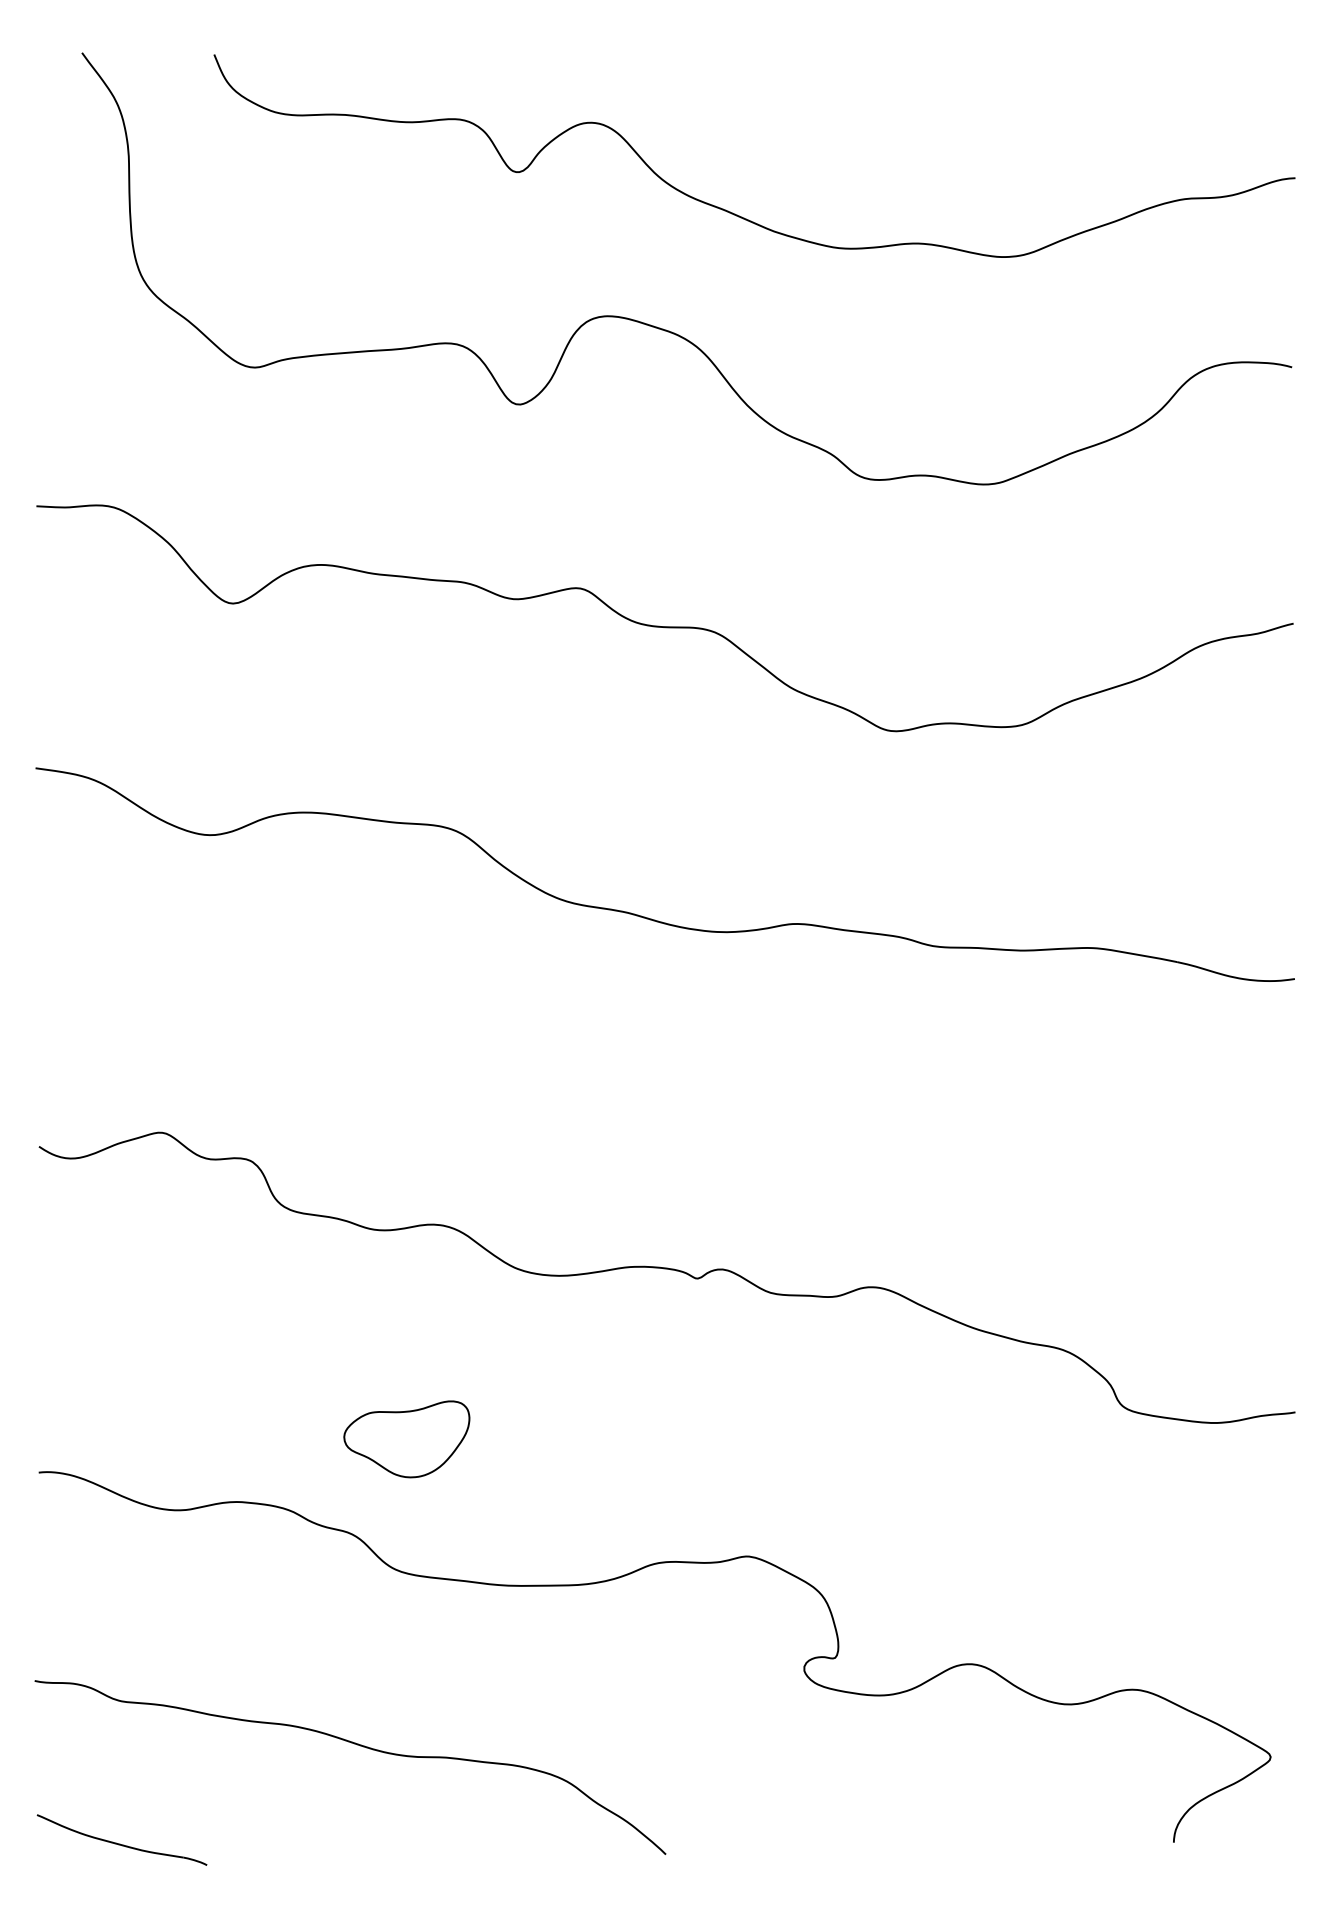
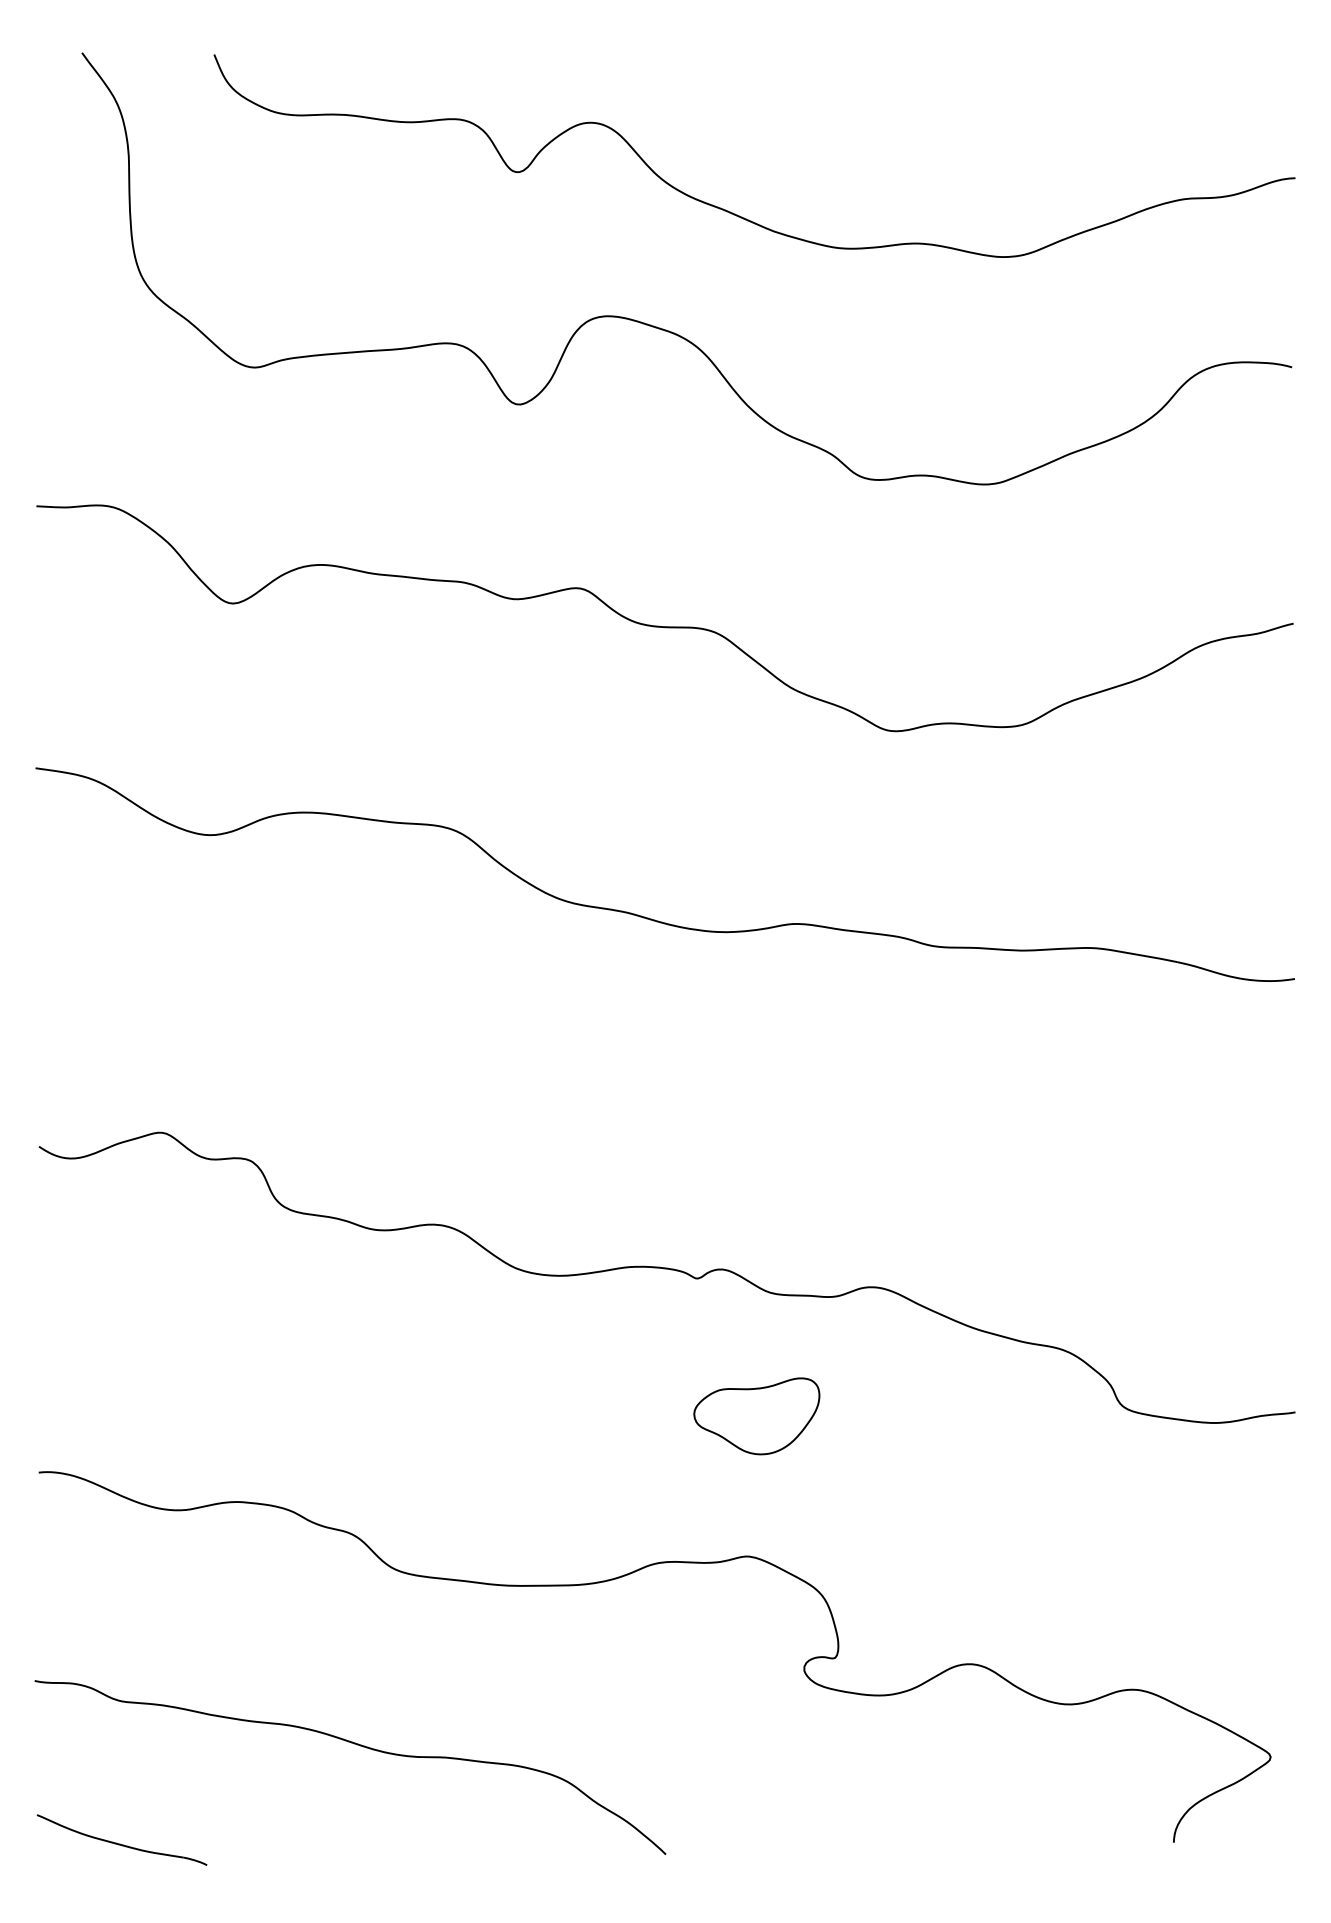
part at (406, 1439) position: (406, 1439) -> (756, 1416)
